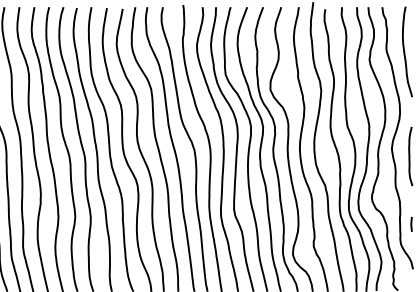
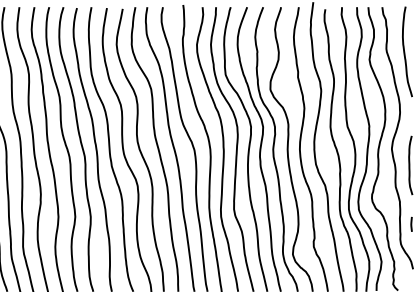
curve at (410, 156) position: (410, 156) -> (410, 165)
